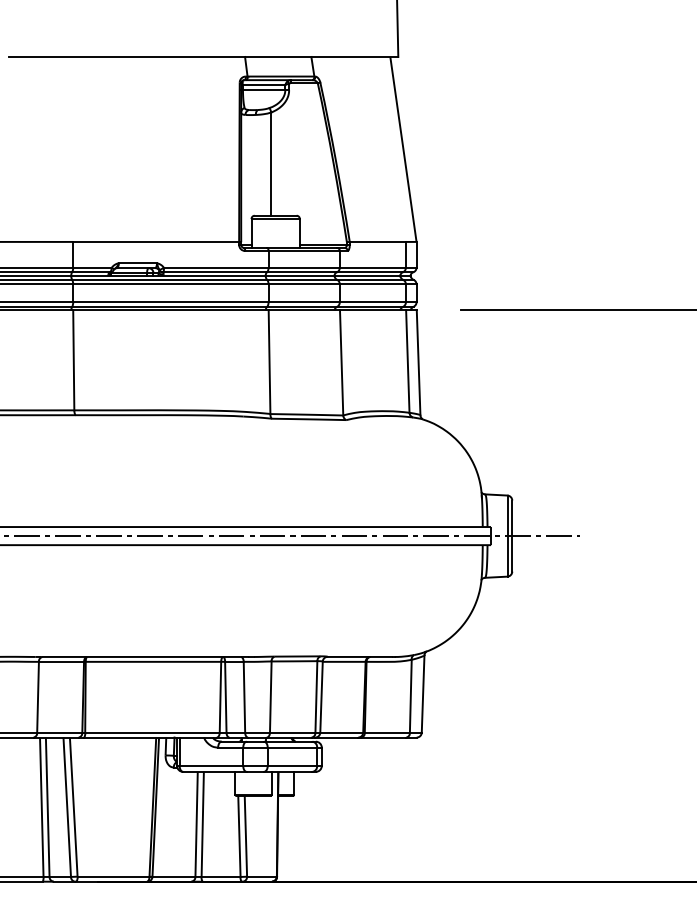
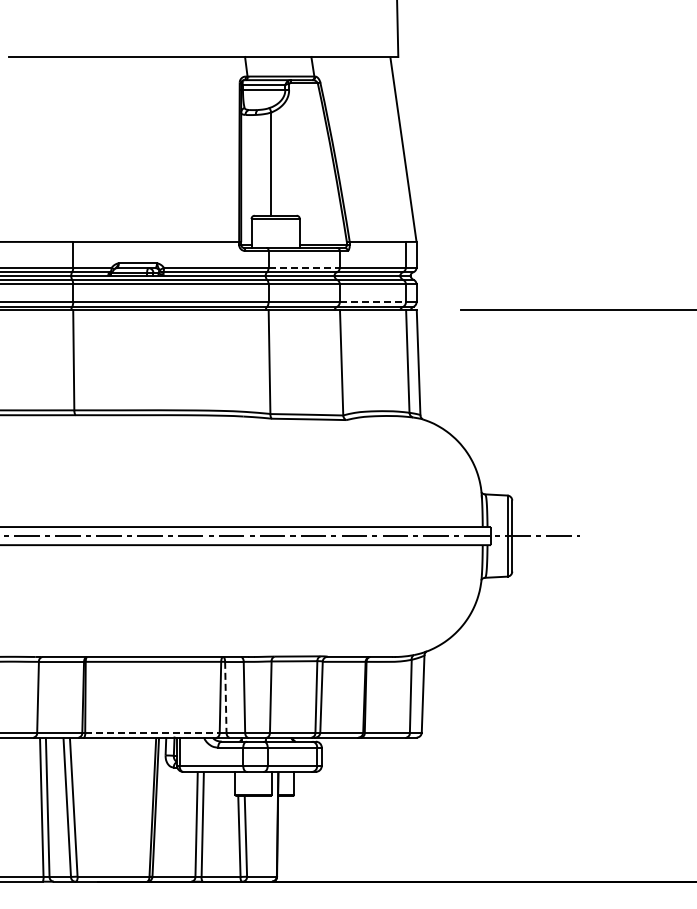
line at (304, 267): solid -> dashed
line at (373, 302): solid -> dashed
line at (225, 697): solid -> dashed
line at (152, 732): solid -> dashed
